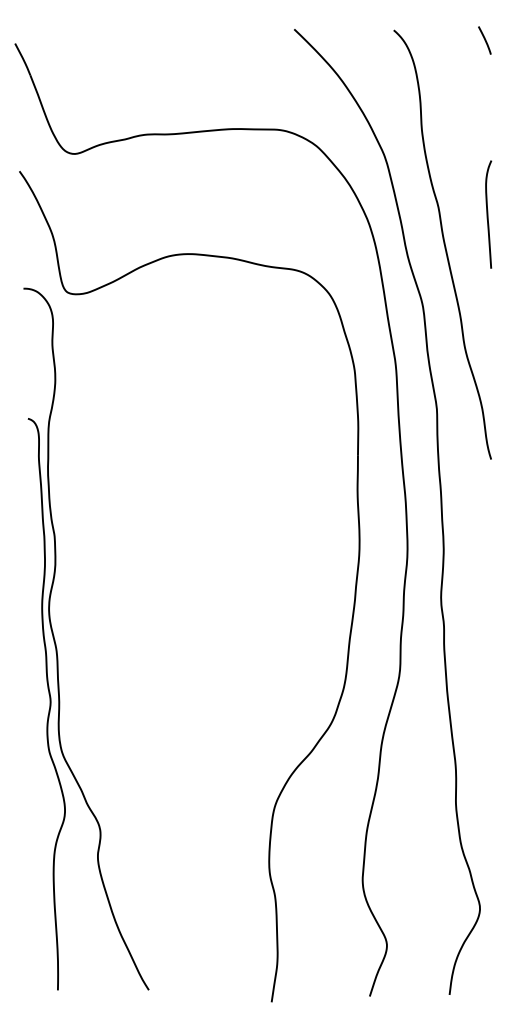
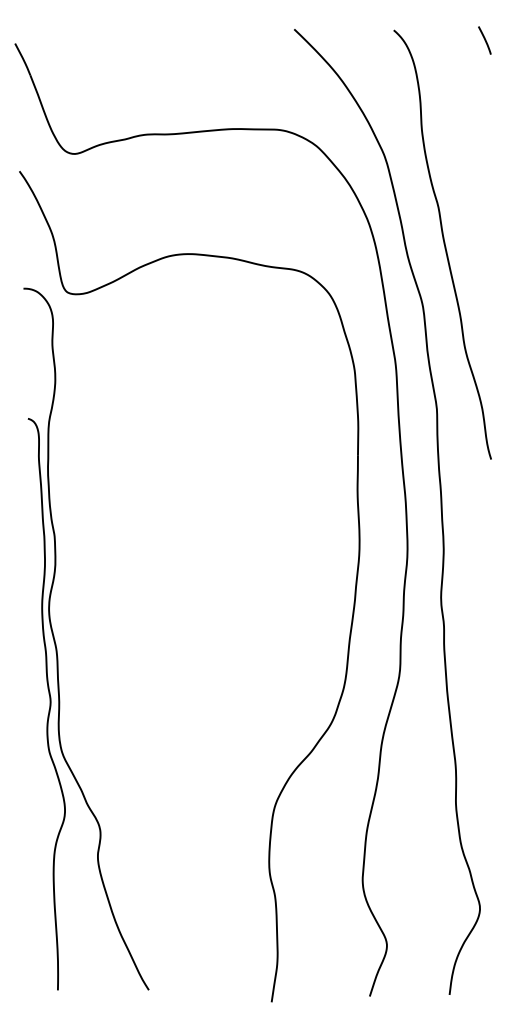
curve at (488, 214): present -> none
